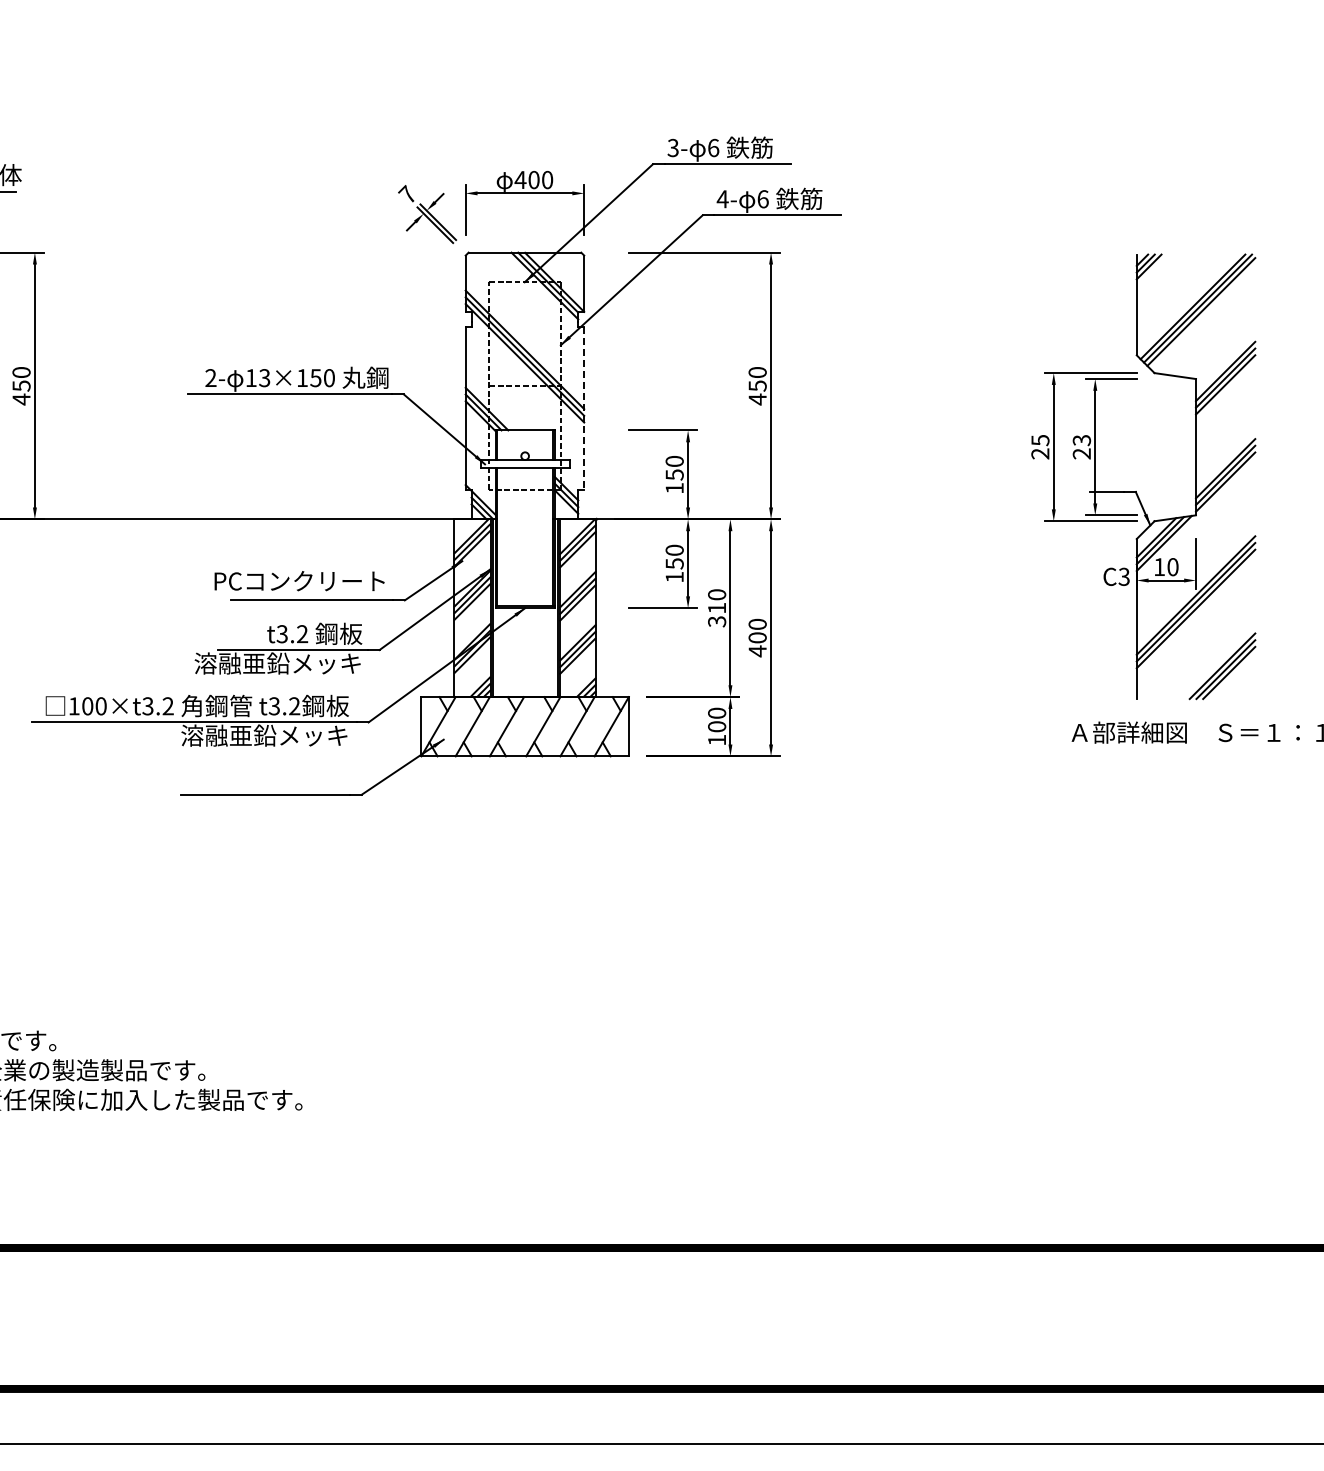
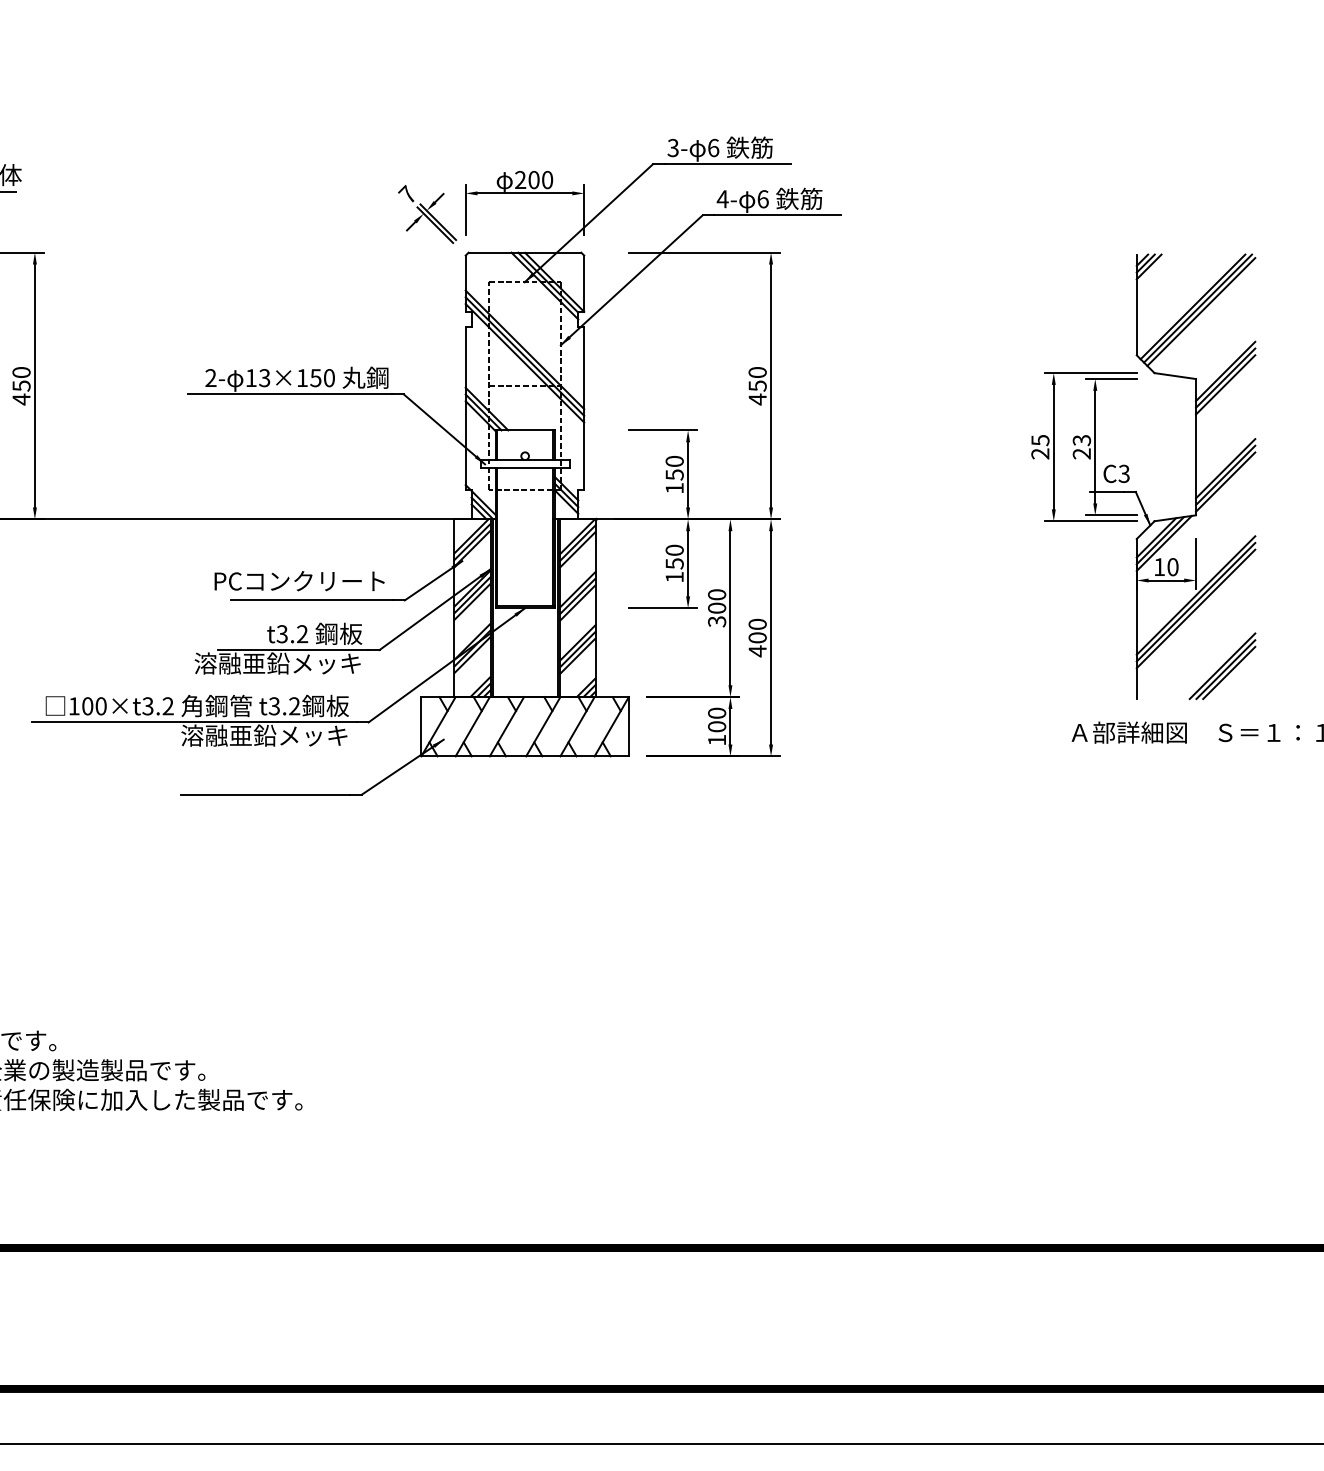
text at (520, 179): 400 -> 200
line at (584, 408): dashed -> solid
text at (1116, 576) position: (1116, 576) -> (1116, 473)
text at (717, 607): 310 -> 300
